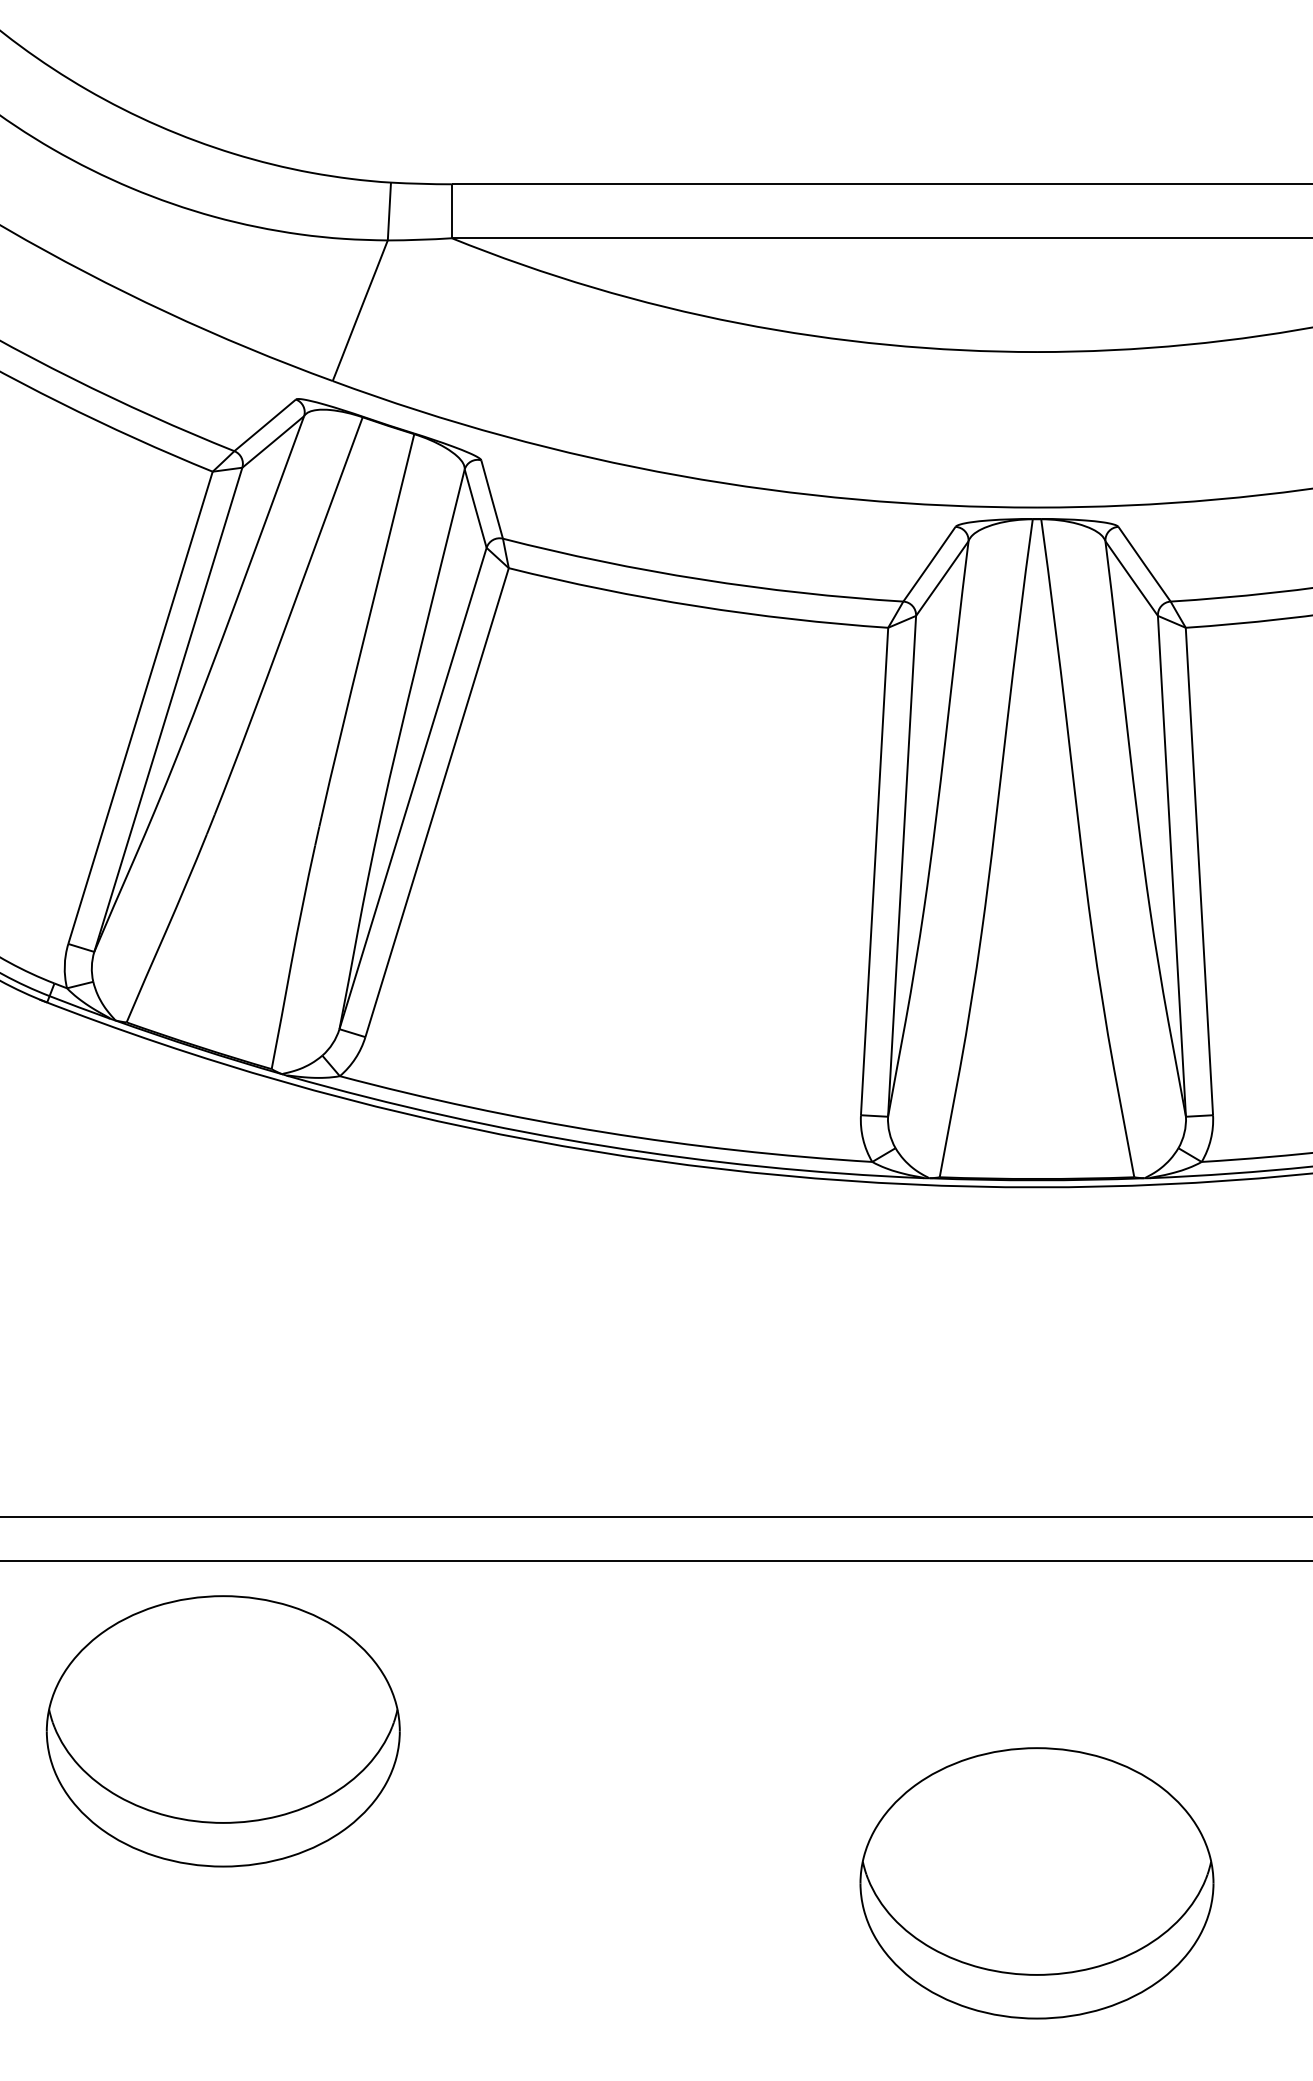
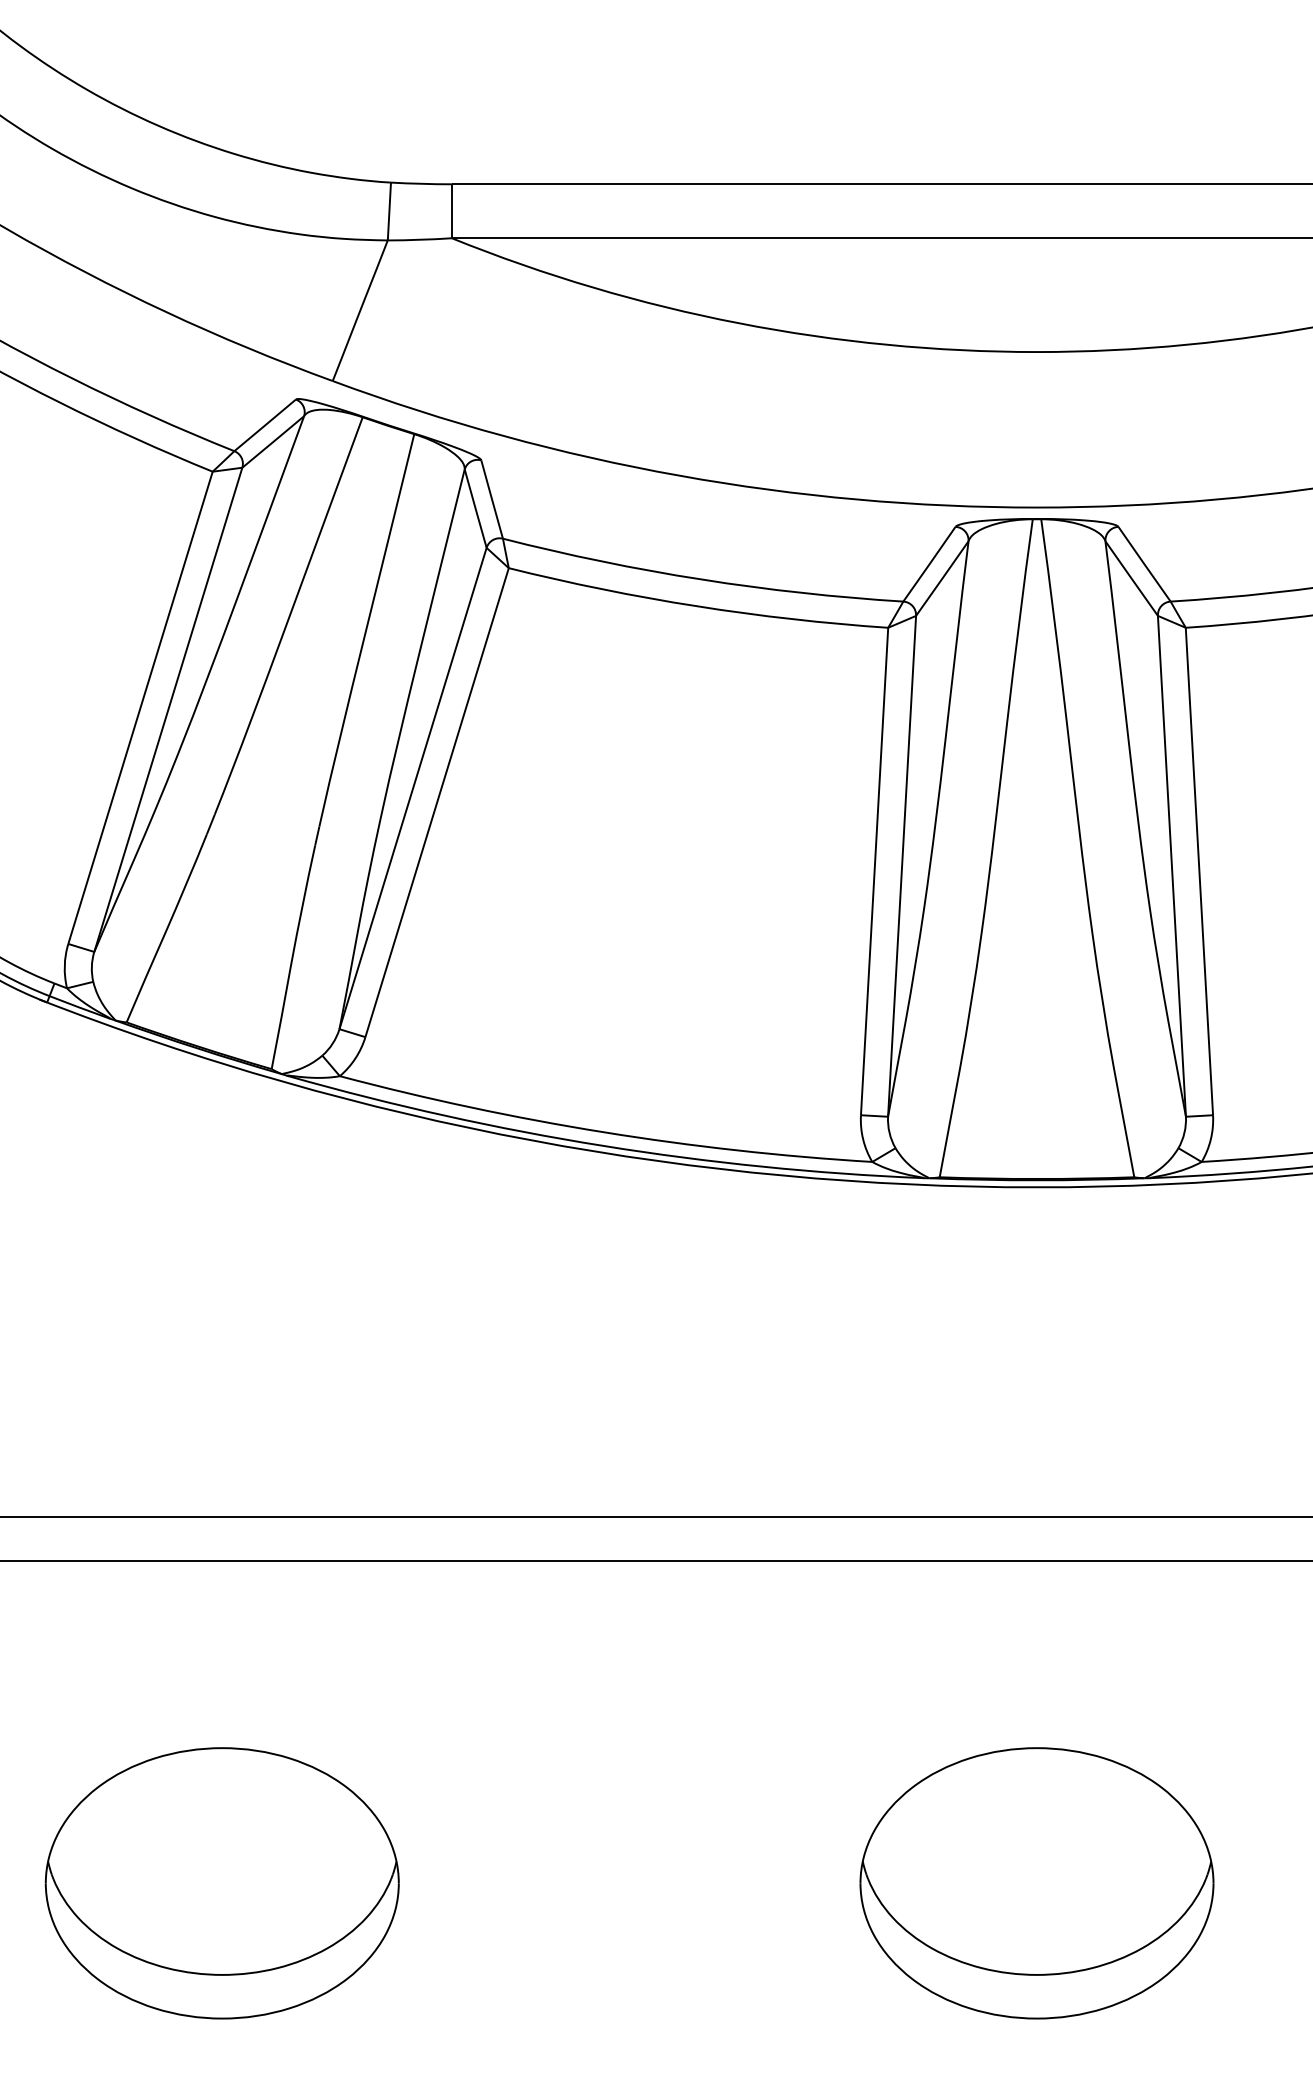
part at (222, 1731) position: (222, 1731) -> (221, 1883)
